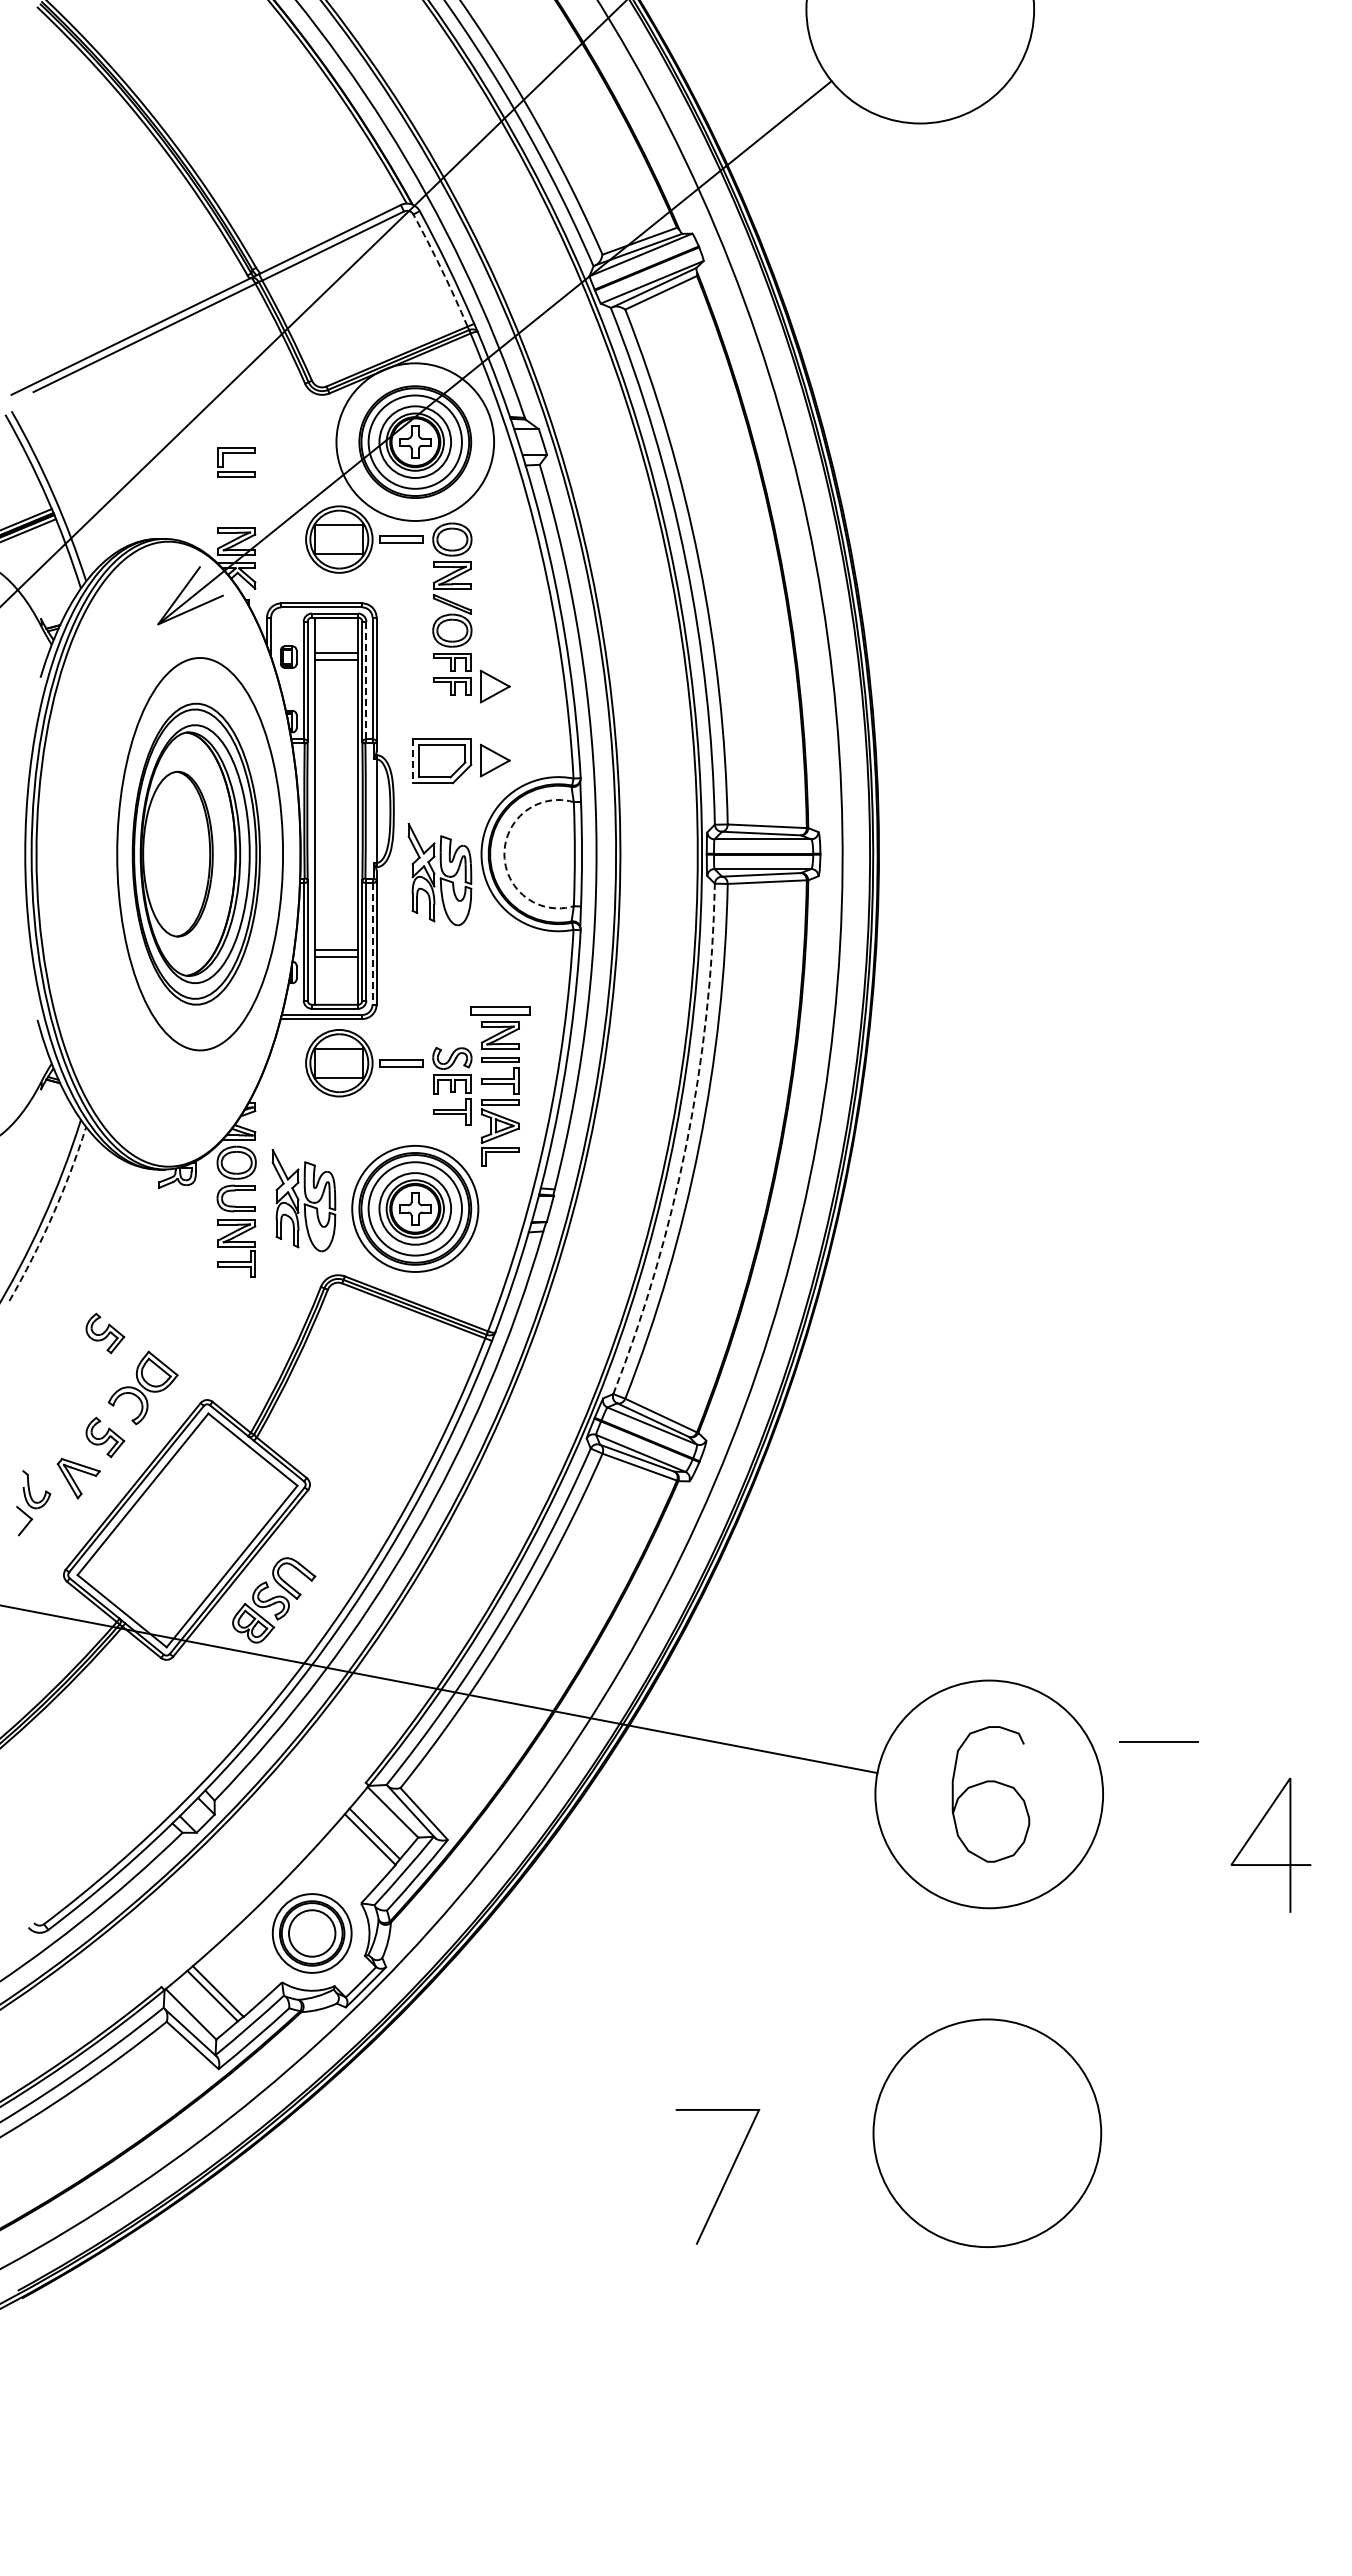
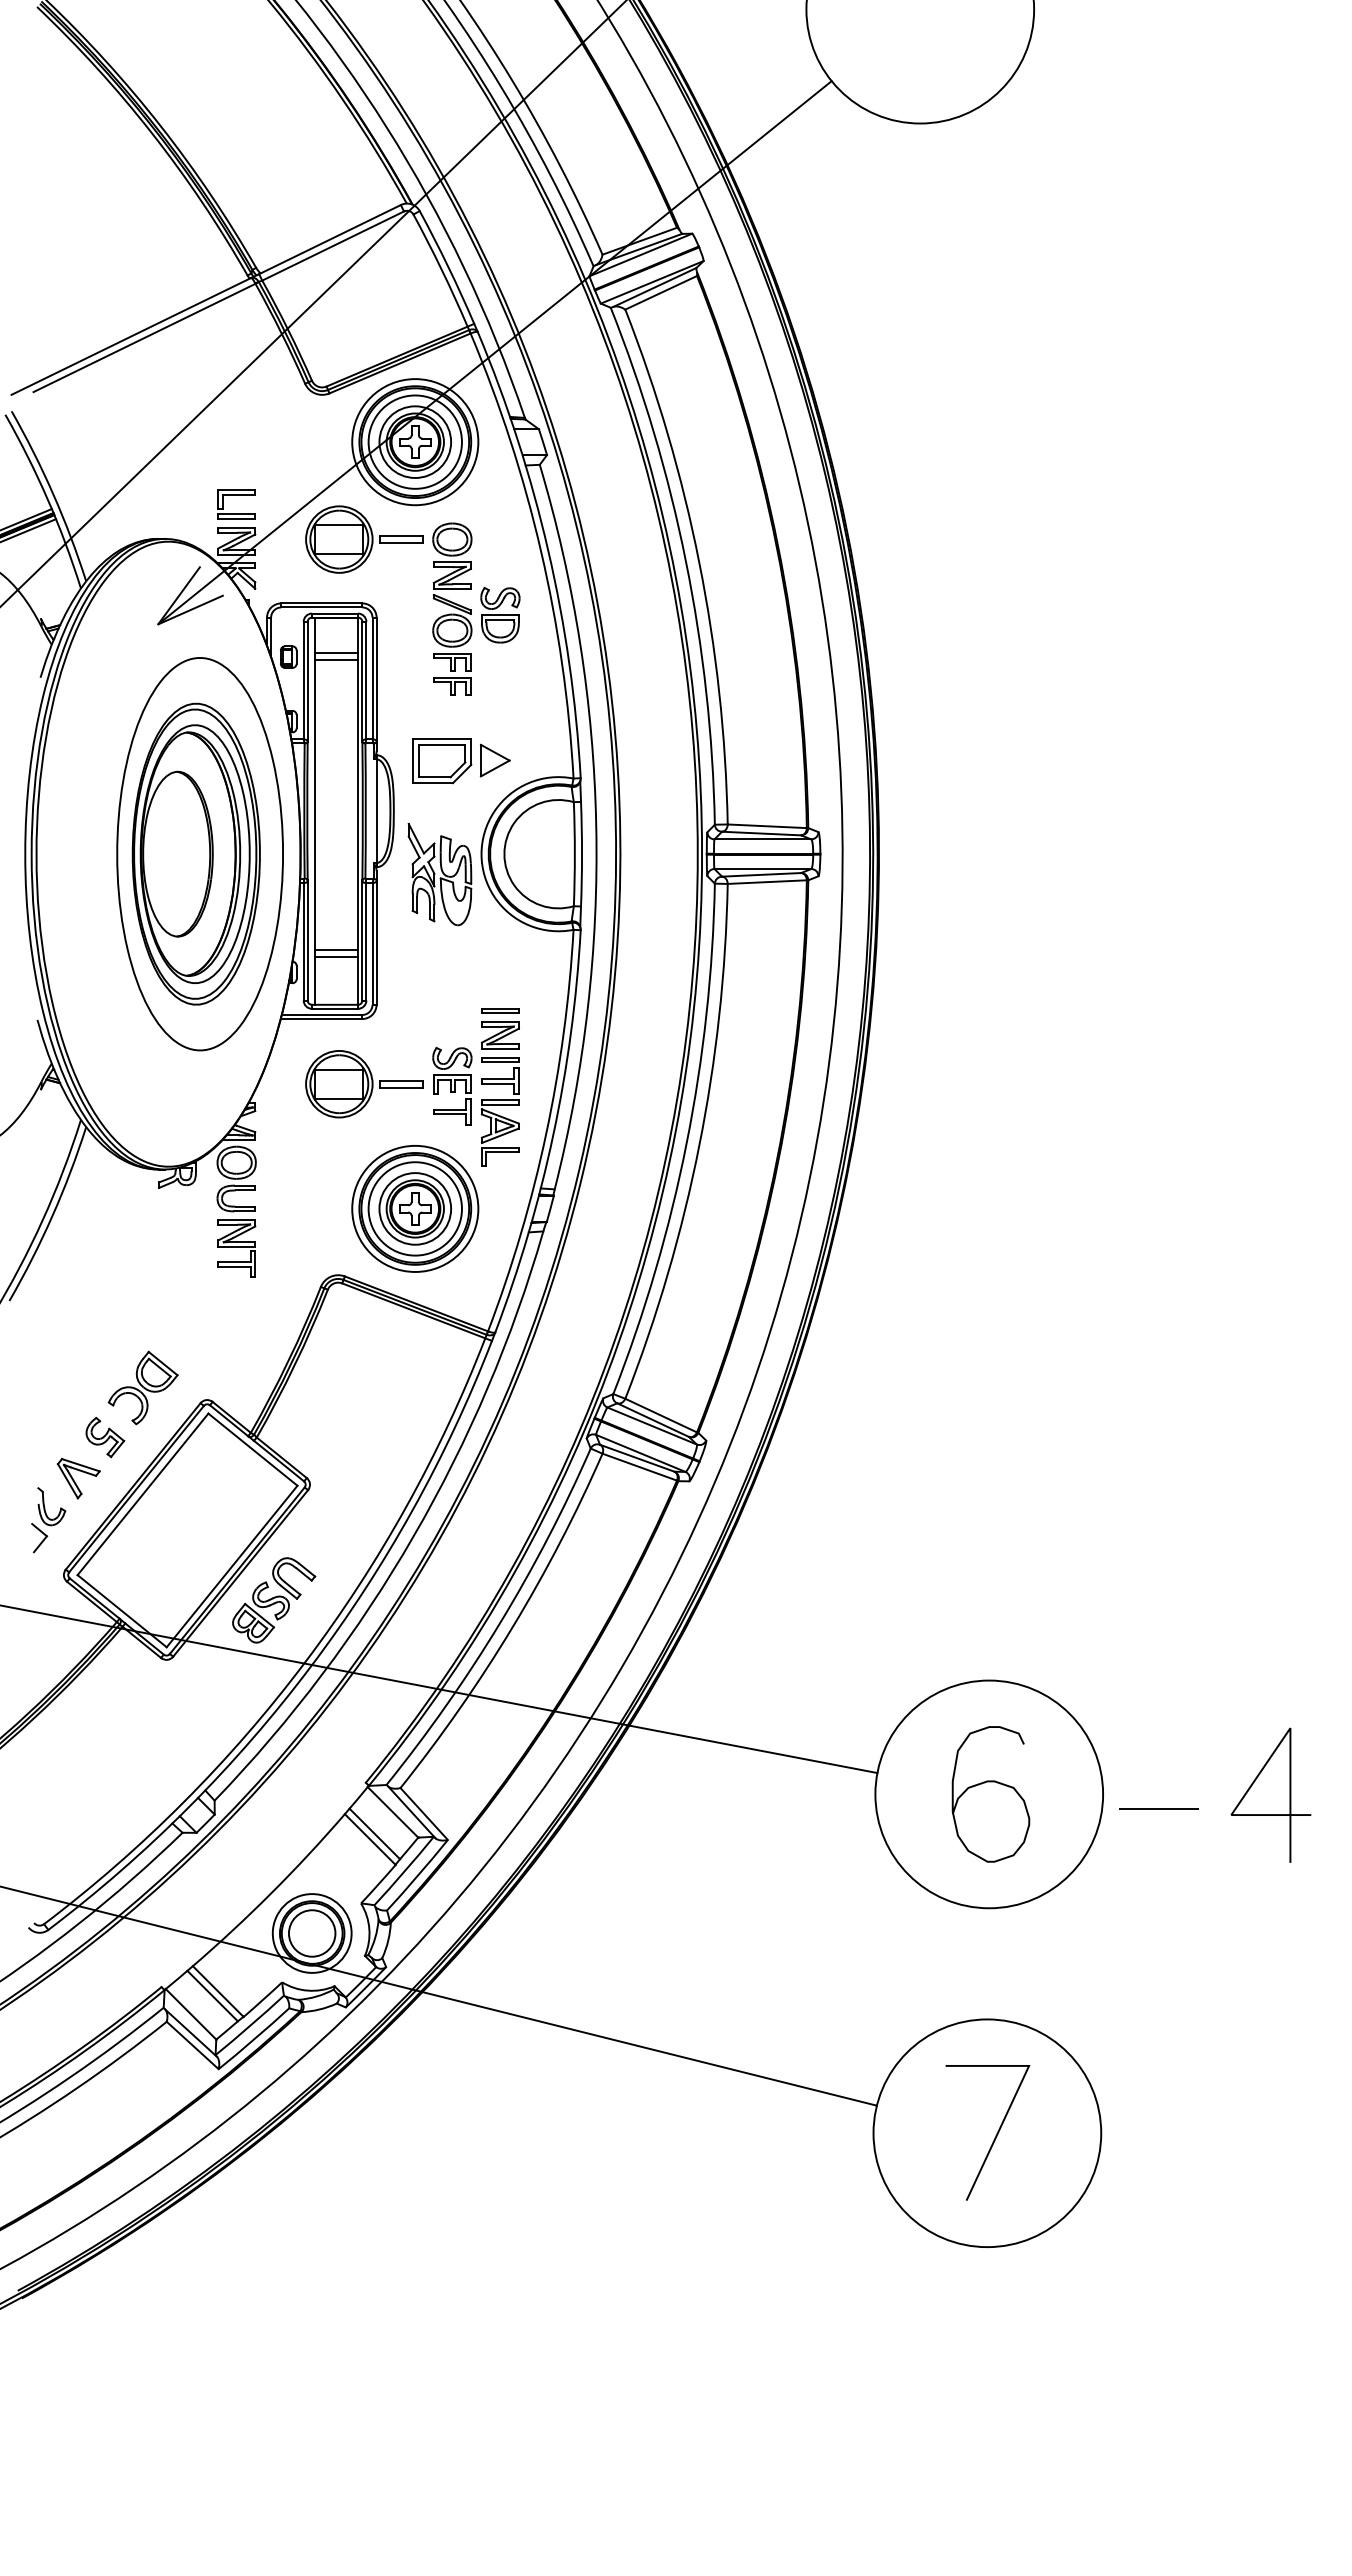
arc at (441, 269): dashed -> solid
circle at (415, 441) diameter: 158 px -> 126 px
part at (236, 453) position: (236, 453) -> (236, 495)
part at (500, 614): none -> present
line at (366, 680): dashed -> solid
part at (495, 686): present -> none
line at (412, 761): dashed -> solid
arc at (504, 854): dashed -> solid
line at (372, 943): dashed -> solid
part at (500, 1010) size: 61x10 px -> 39x6 px
part at (364, 1063) position: (364, 1063) -> (364, 1084)
arc at (686, 1143): dashed -> solid
part at (303, 1200): present -> none
arc at (52, 1216): dashed -> solid
part at (105, 1333): present -> none
part at (33, 1503) position: (33, 1503) -> (48, 1520)
line at (1158, 1741) position: (1158, 1741) -> (1158, 1808)
line at (1289, 1844) position: (1289, 1844) -> (1289, 1794)
line at (439, 1996): none -> present
line at (725, 2179) position: (725, 2179) -> (995, 2135)
